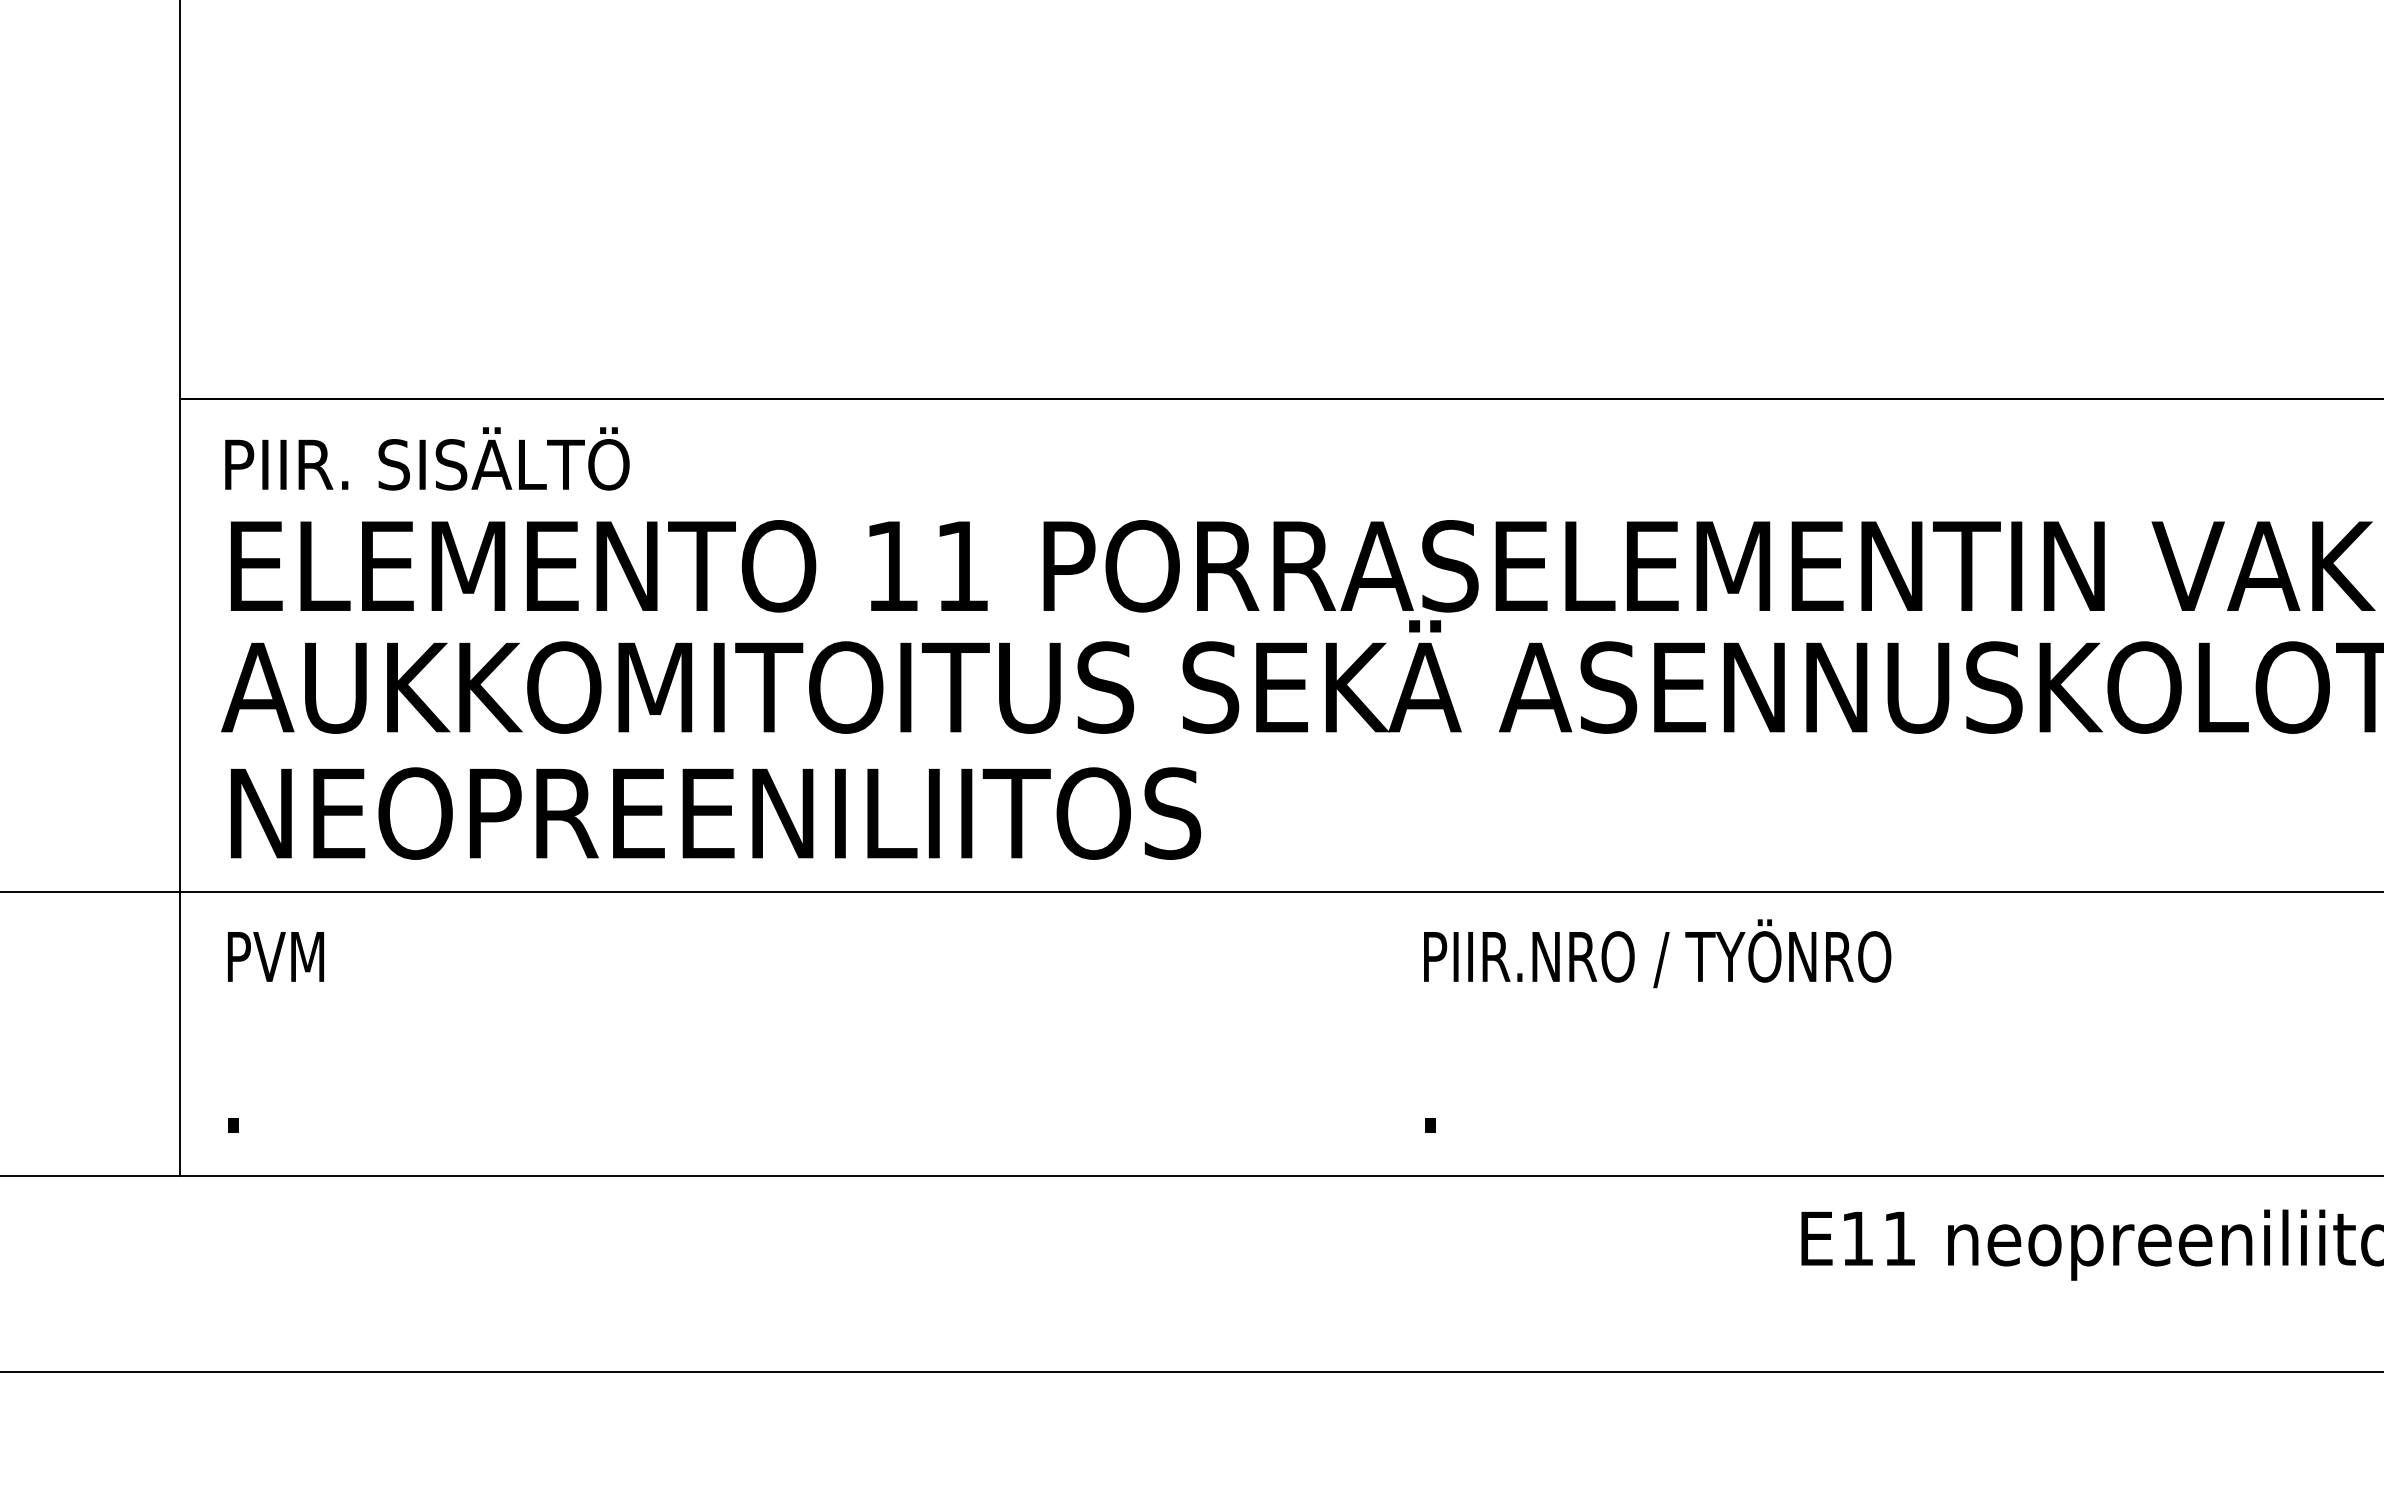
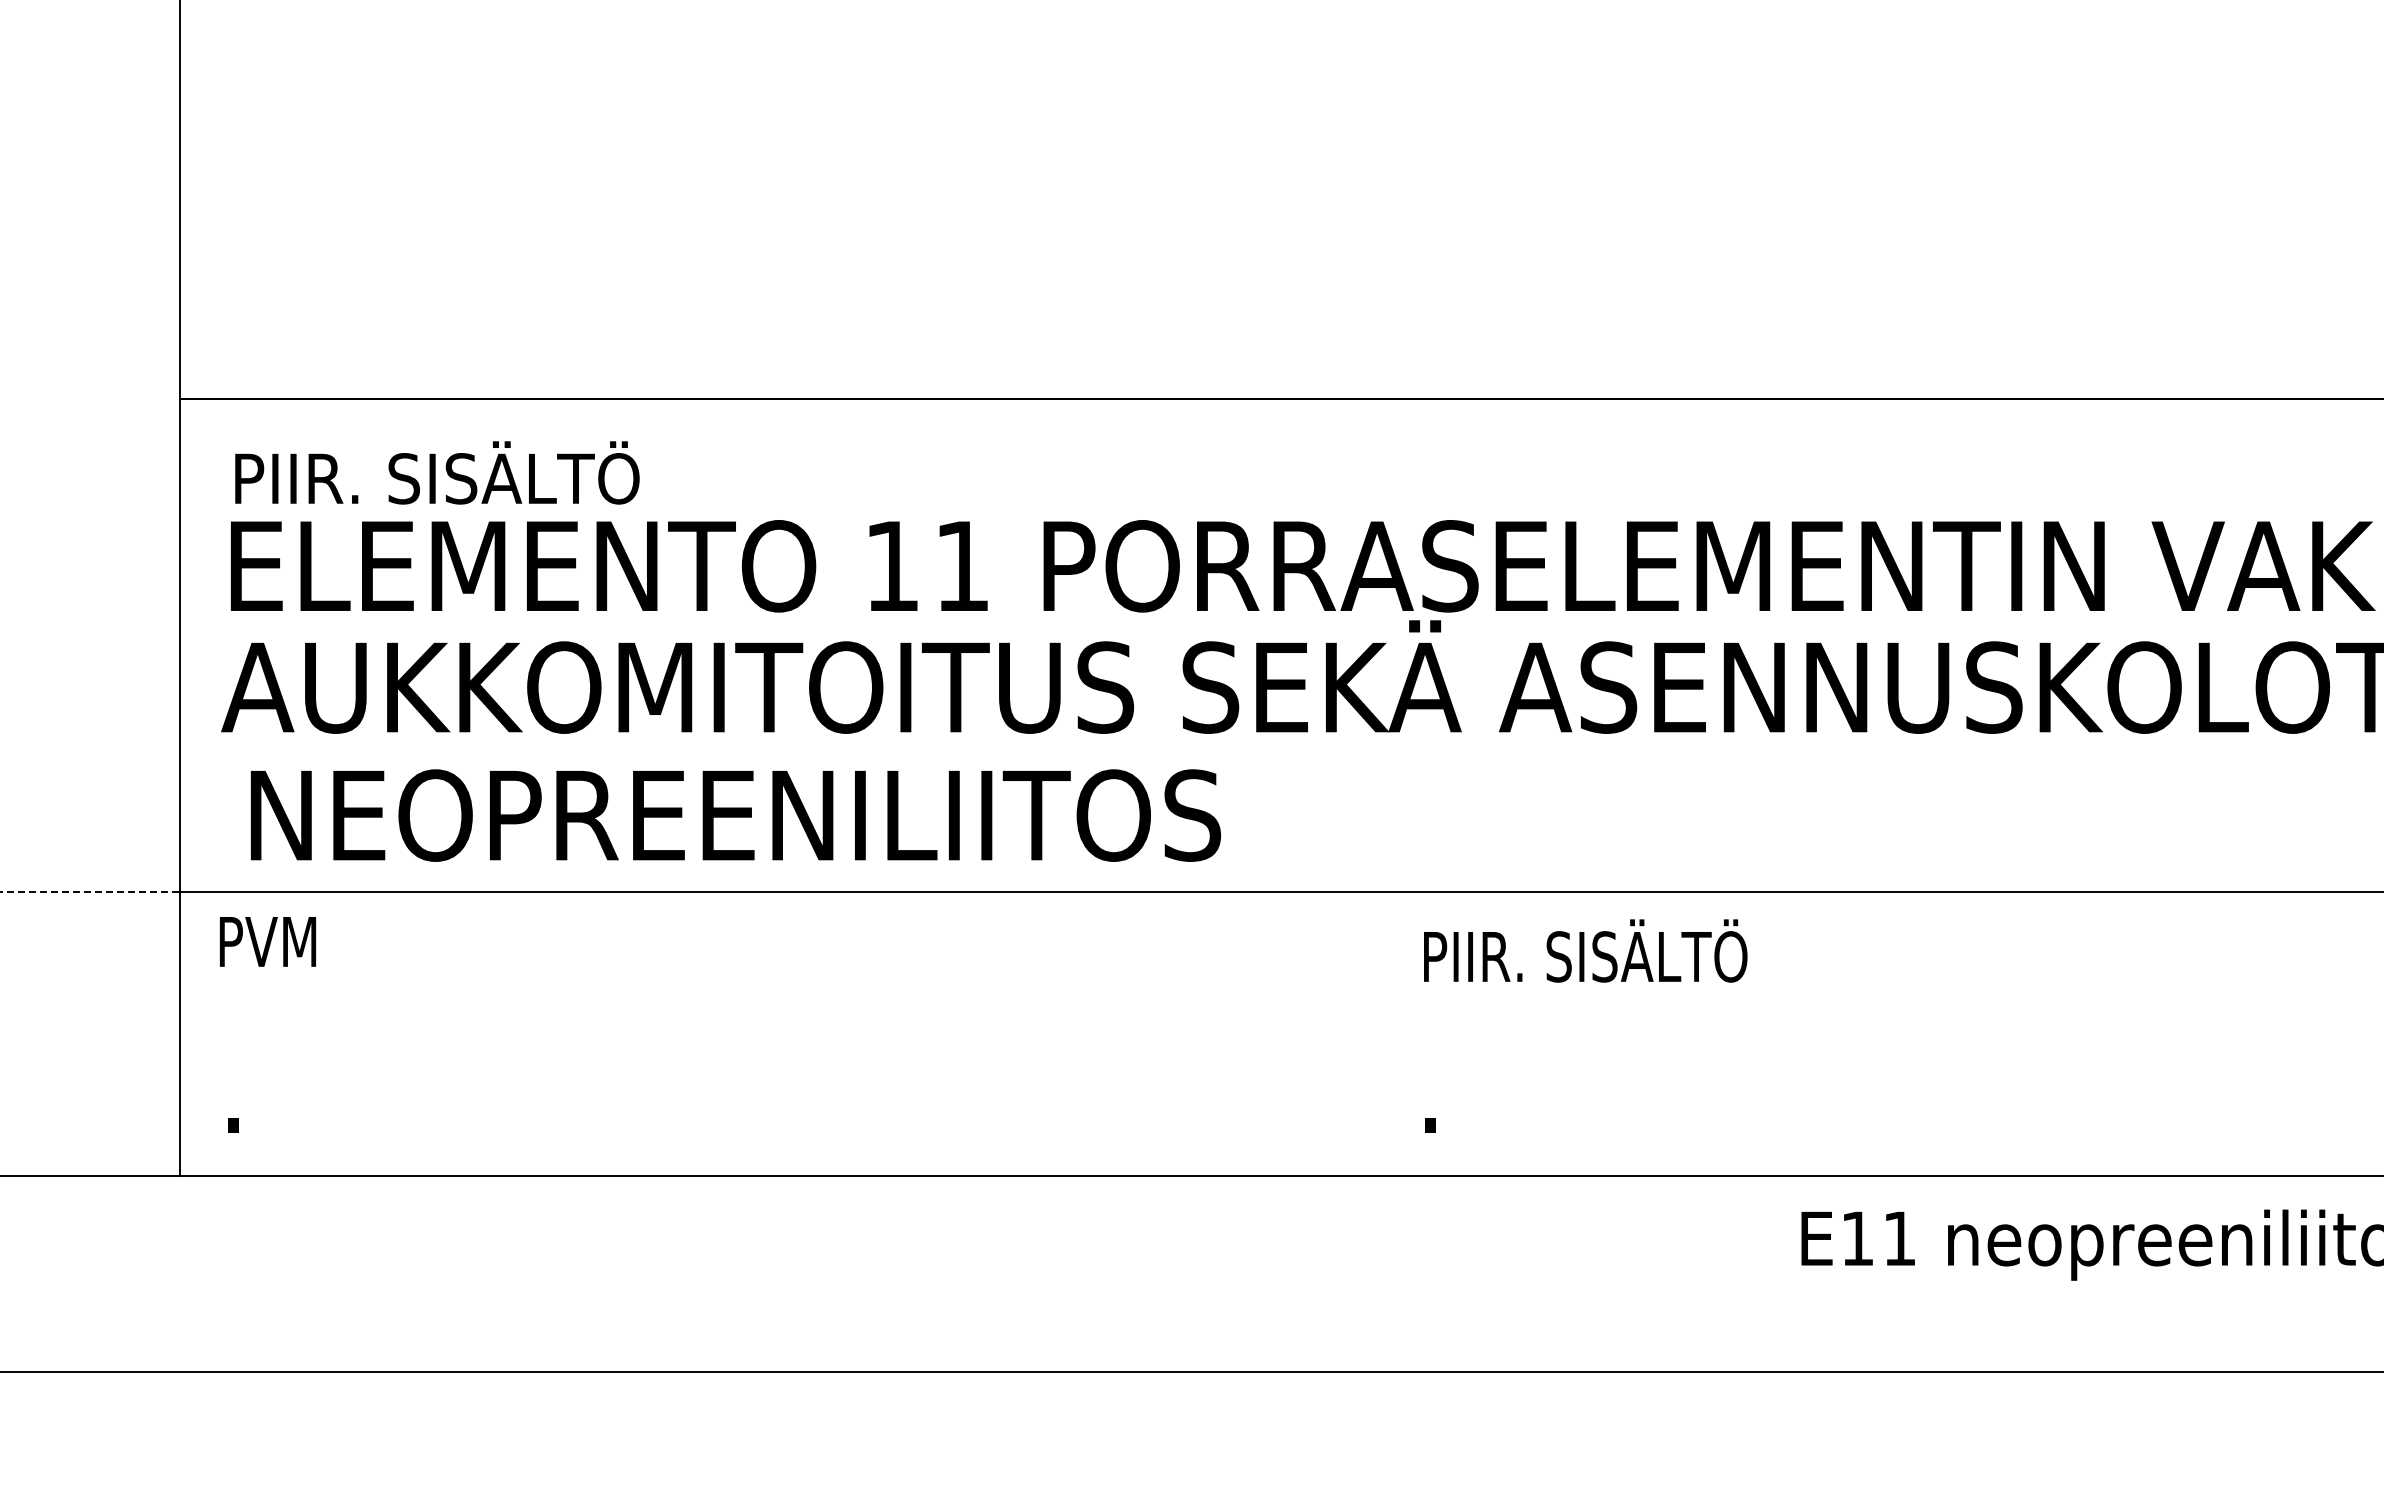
text at (427, 458) position: (427, 458) -> (437, 472)
text at (716, 813) position: (716, 813) -> (736, 815)
line at (90, 892): solid -> dashed
text at (1711, 953): PIIR.NRO / TYÖNRO -> PIIR. SISÄLTÖ
text at (275, 956) position: (275, 956) -> (267, 941)
